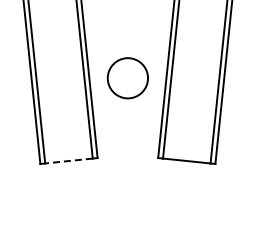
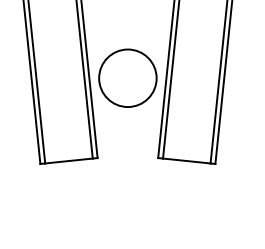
circle at (127, 78) diameter: 40 px -> 58 px
line at (68, 161): dashed -> solid
